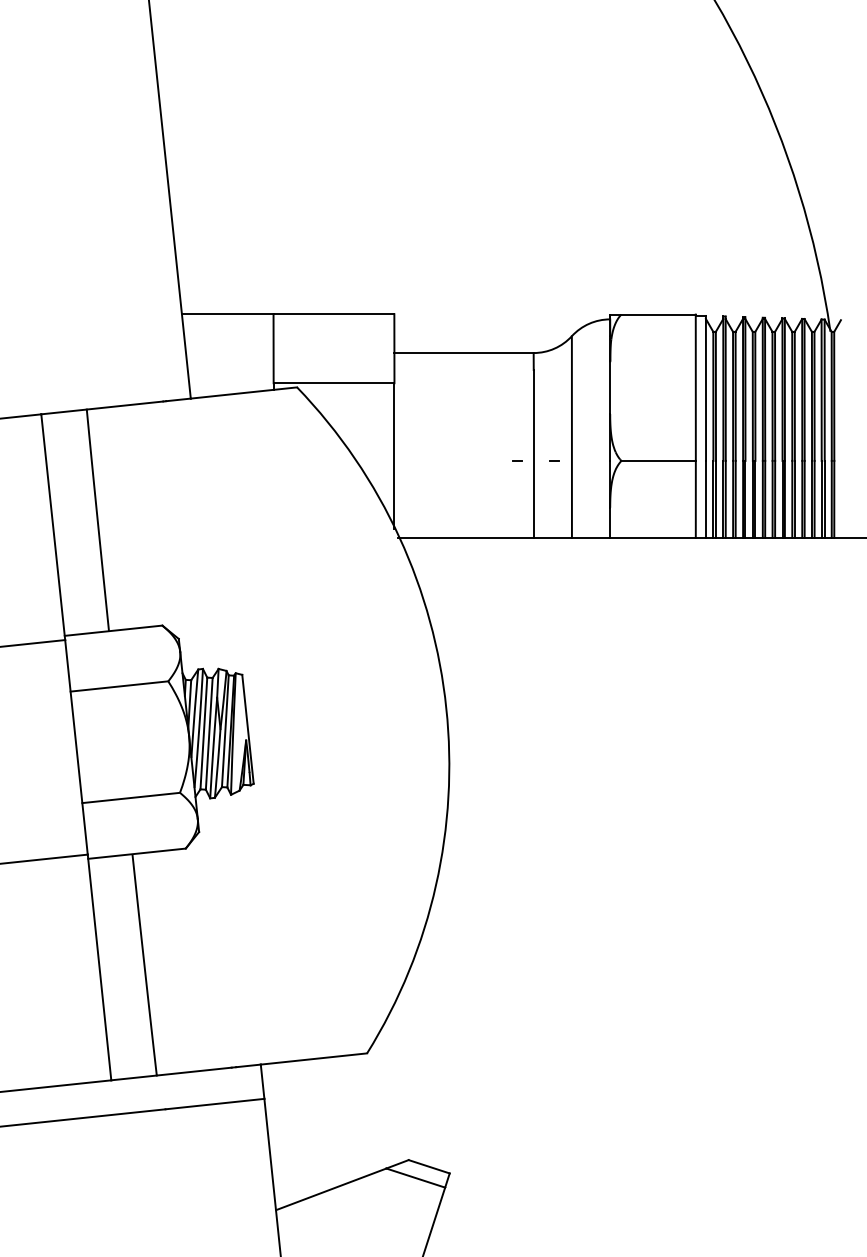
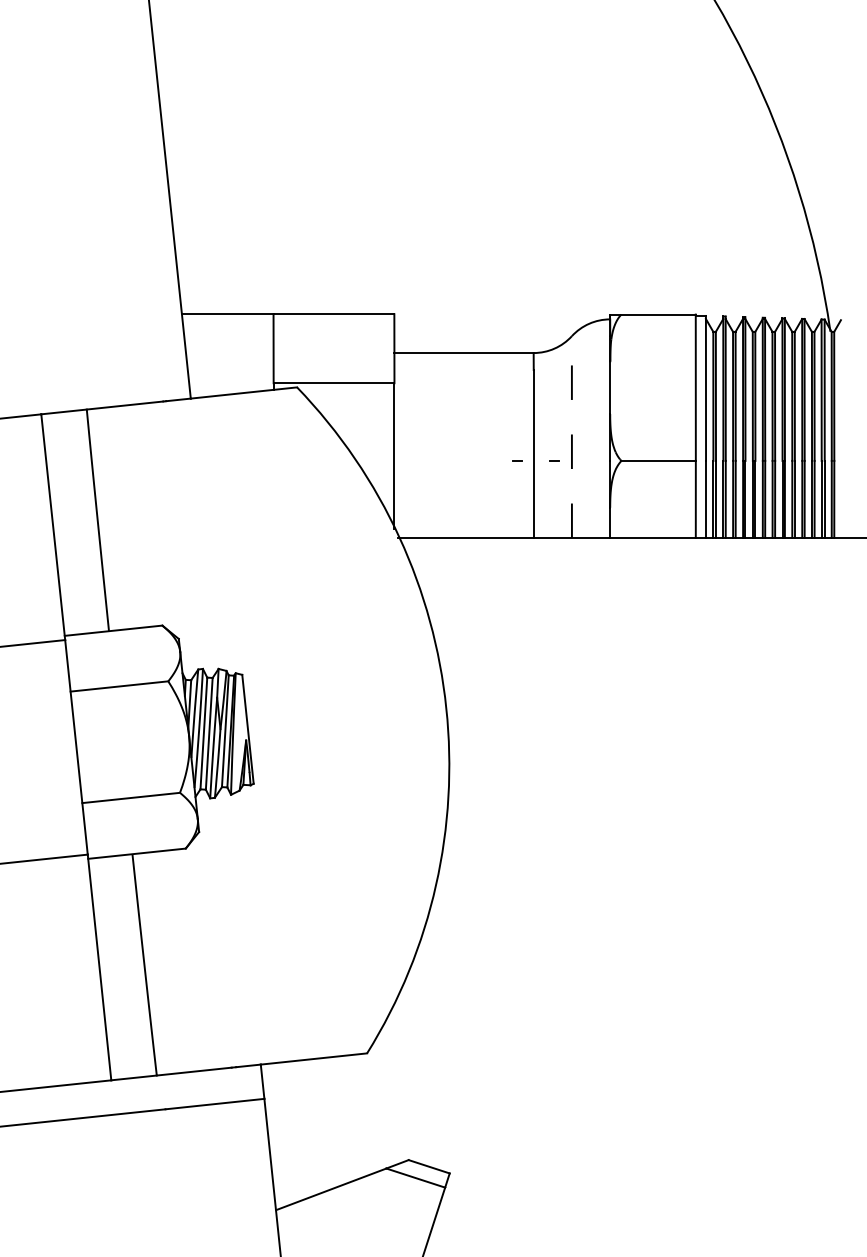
line at (571, 437): solid -> dashed
